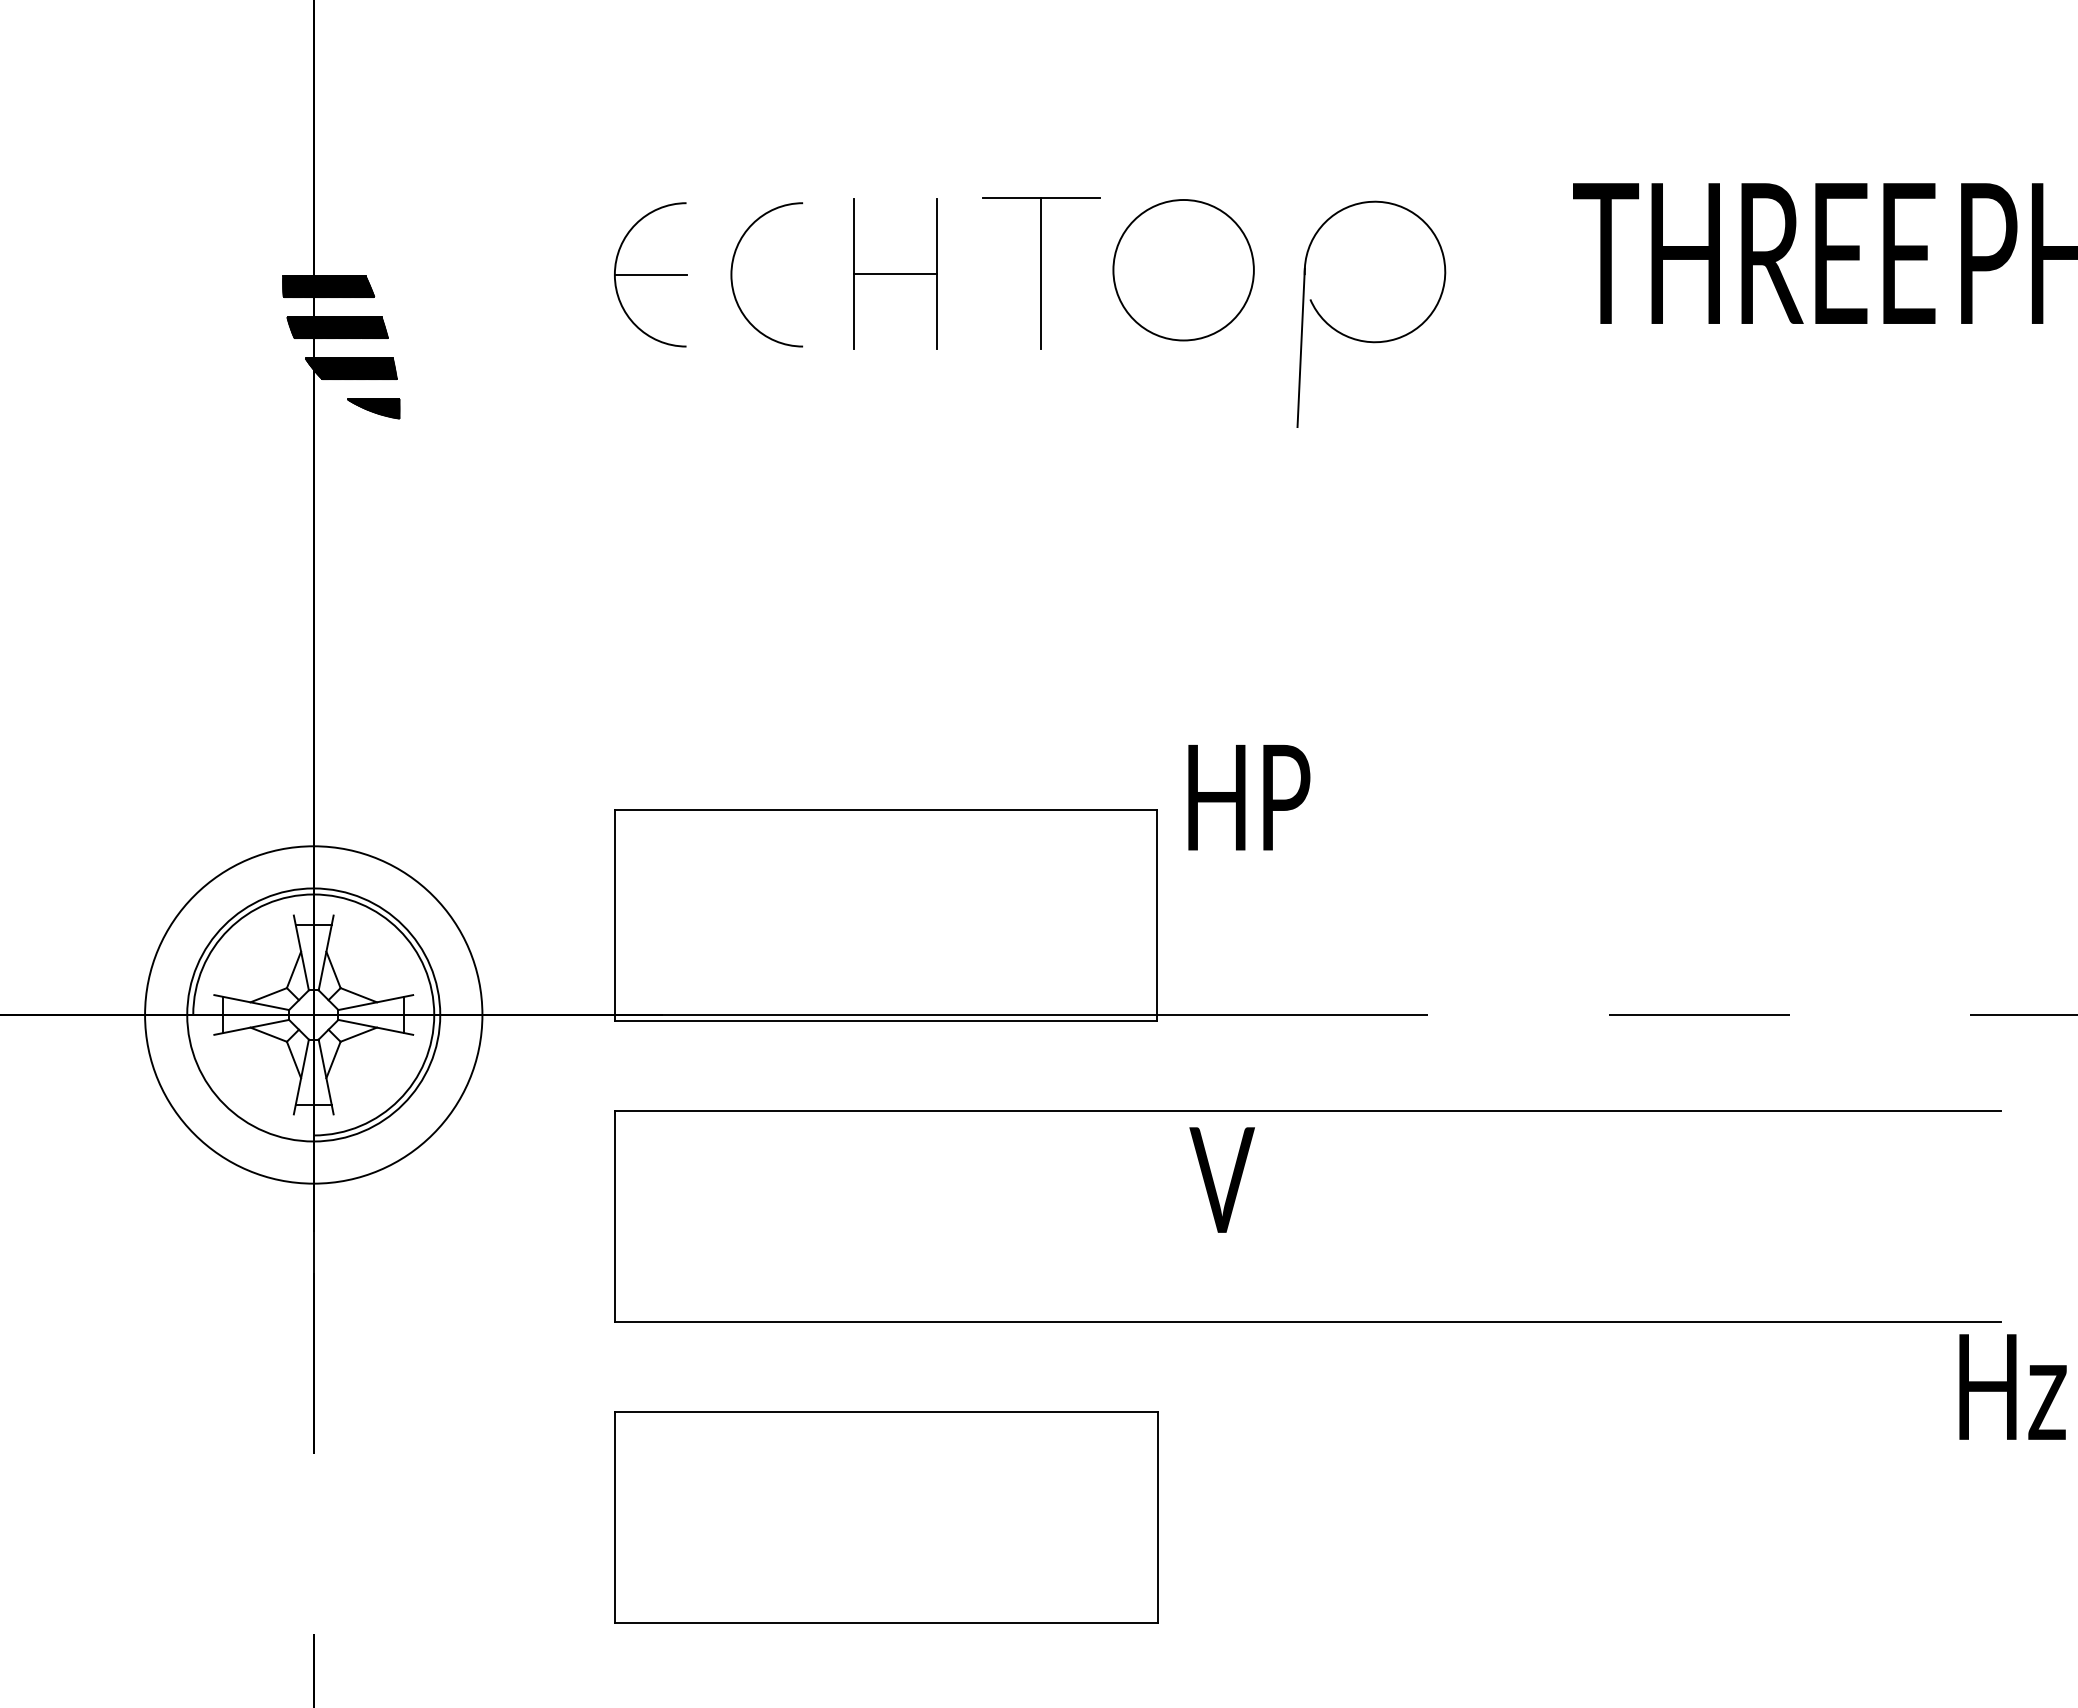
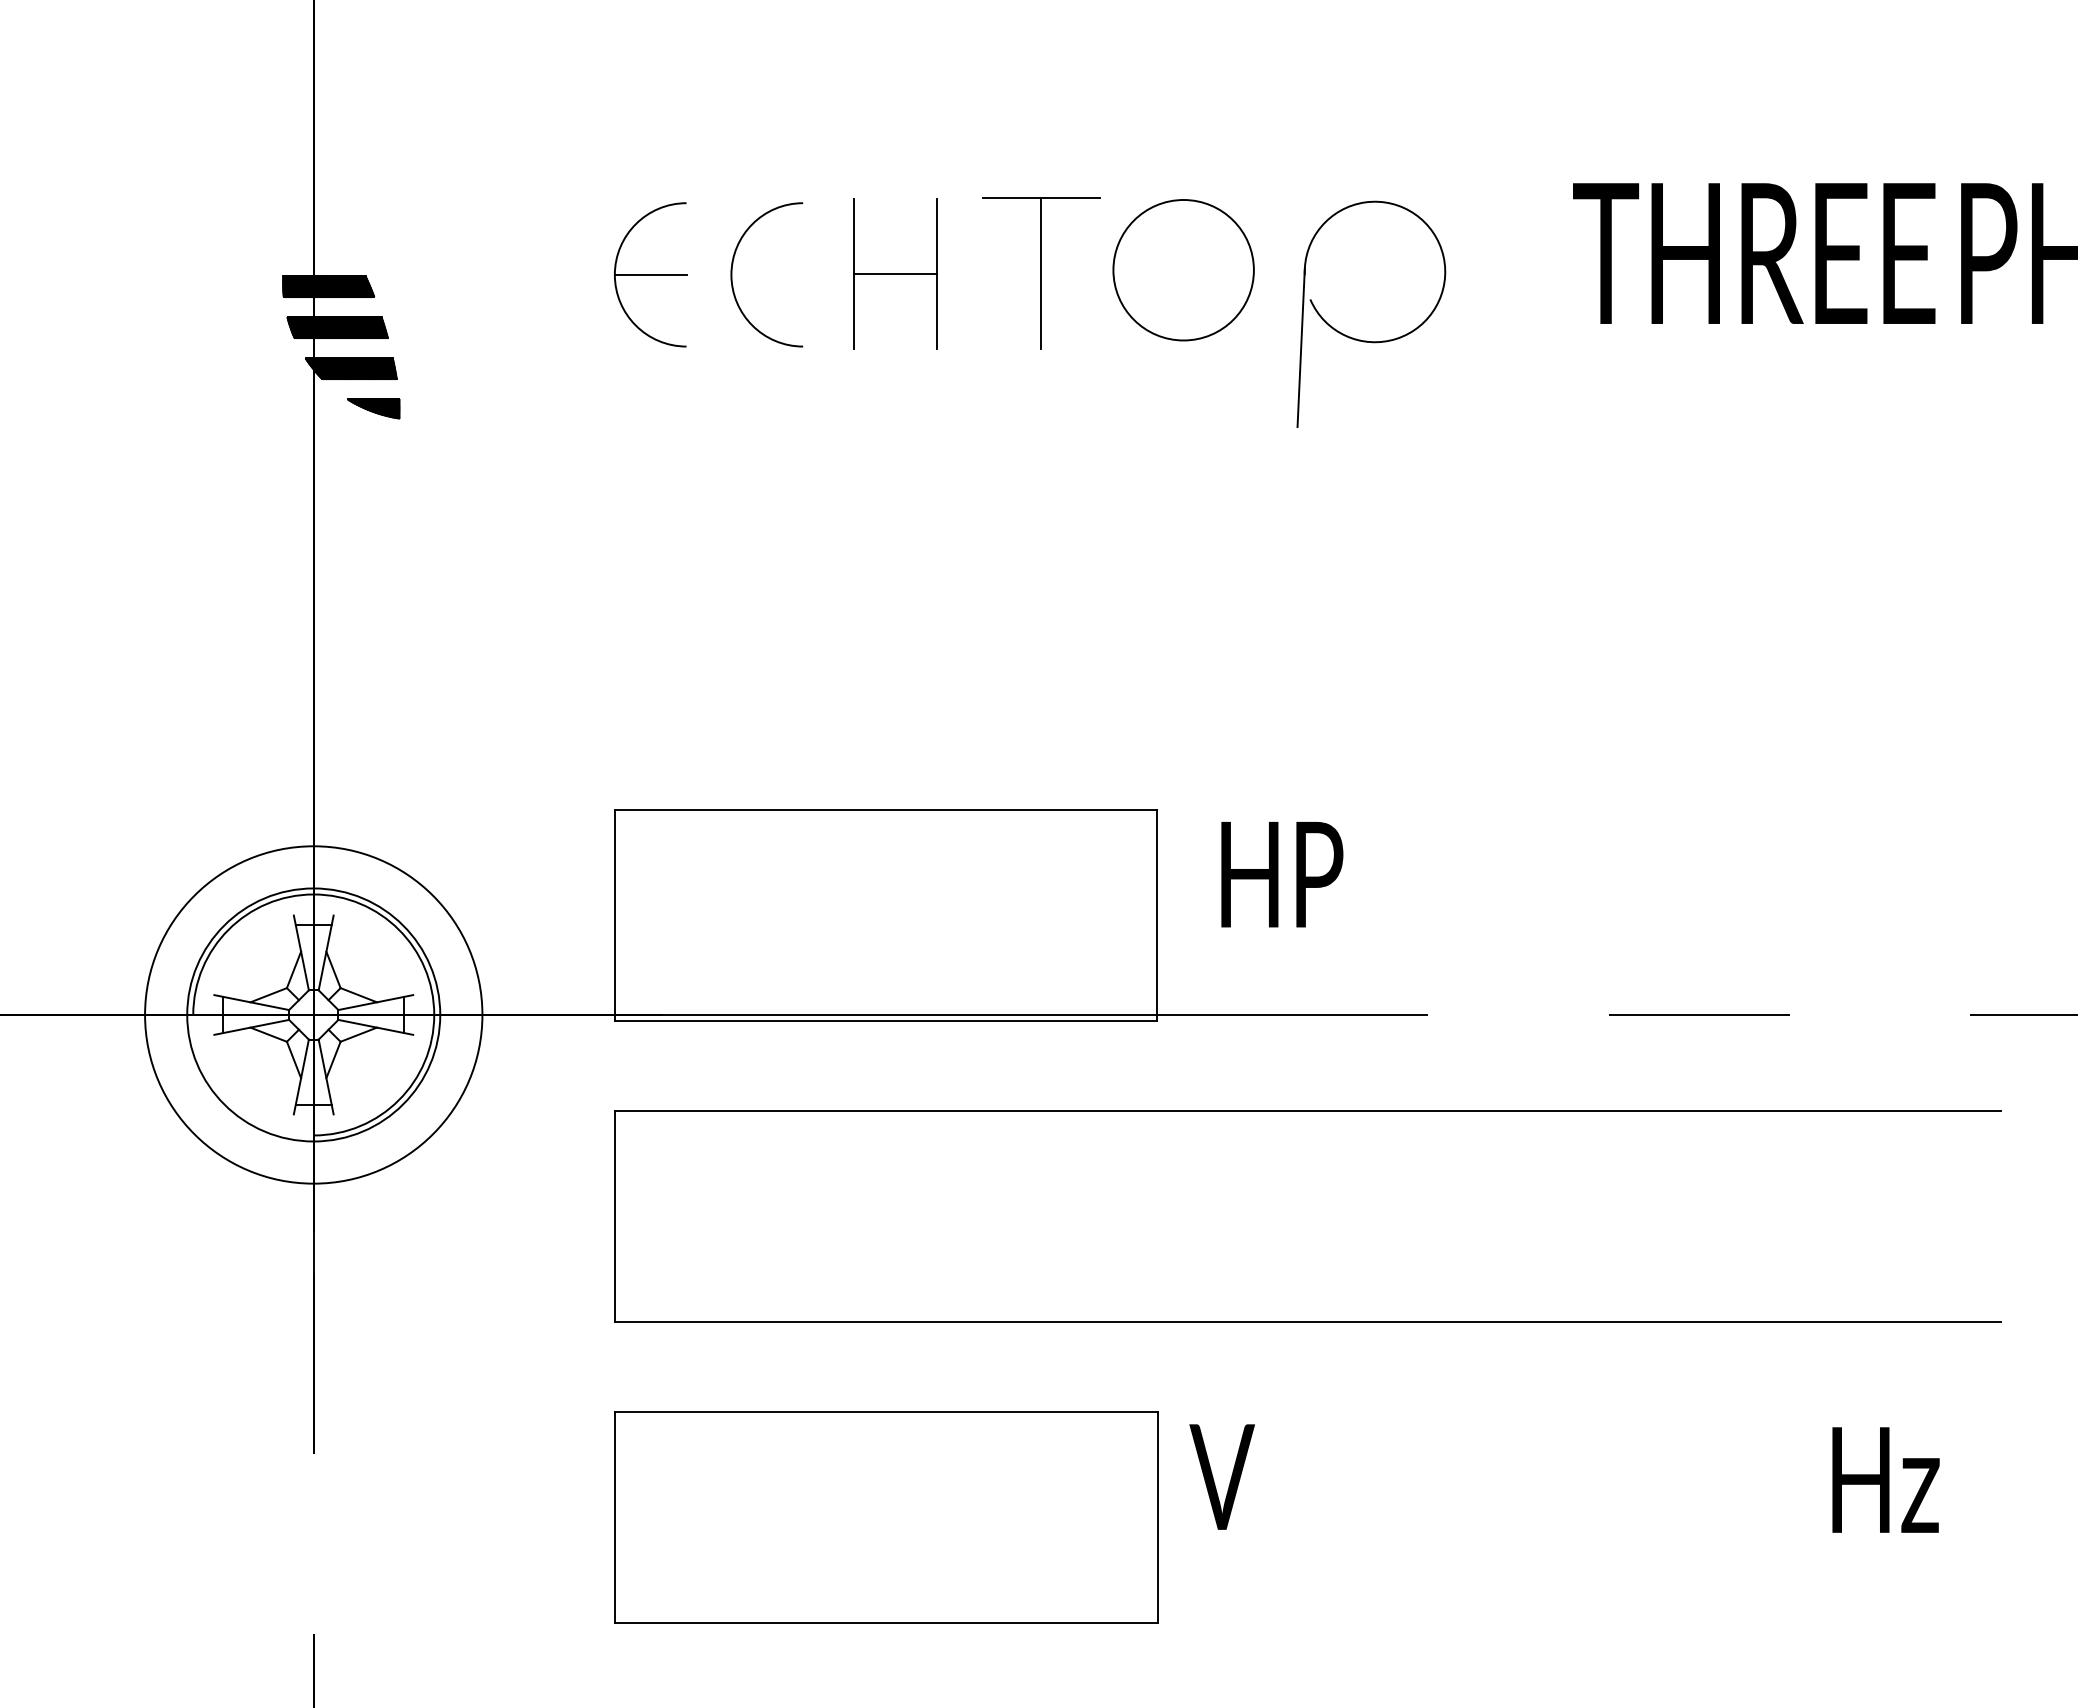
text at (1249, 797) position: (1249, 797) -> (1282, 874)
text at (1221, 1179) position: (1221, 1179) -> (1221, 1476)
text at (2012, 1386) position: (2012, 1386) -> (1885, 1479)
